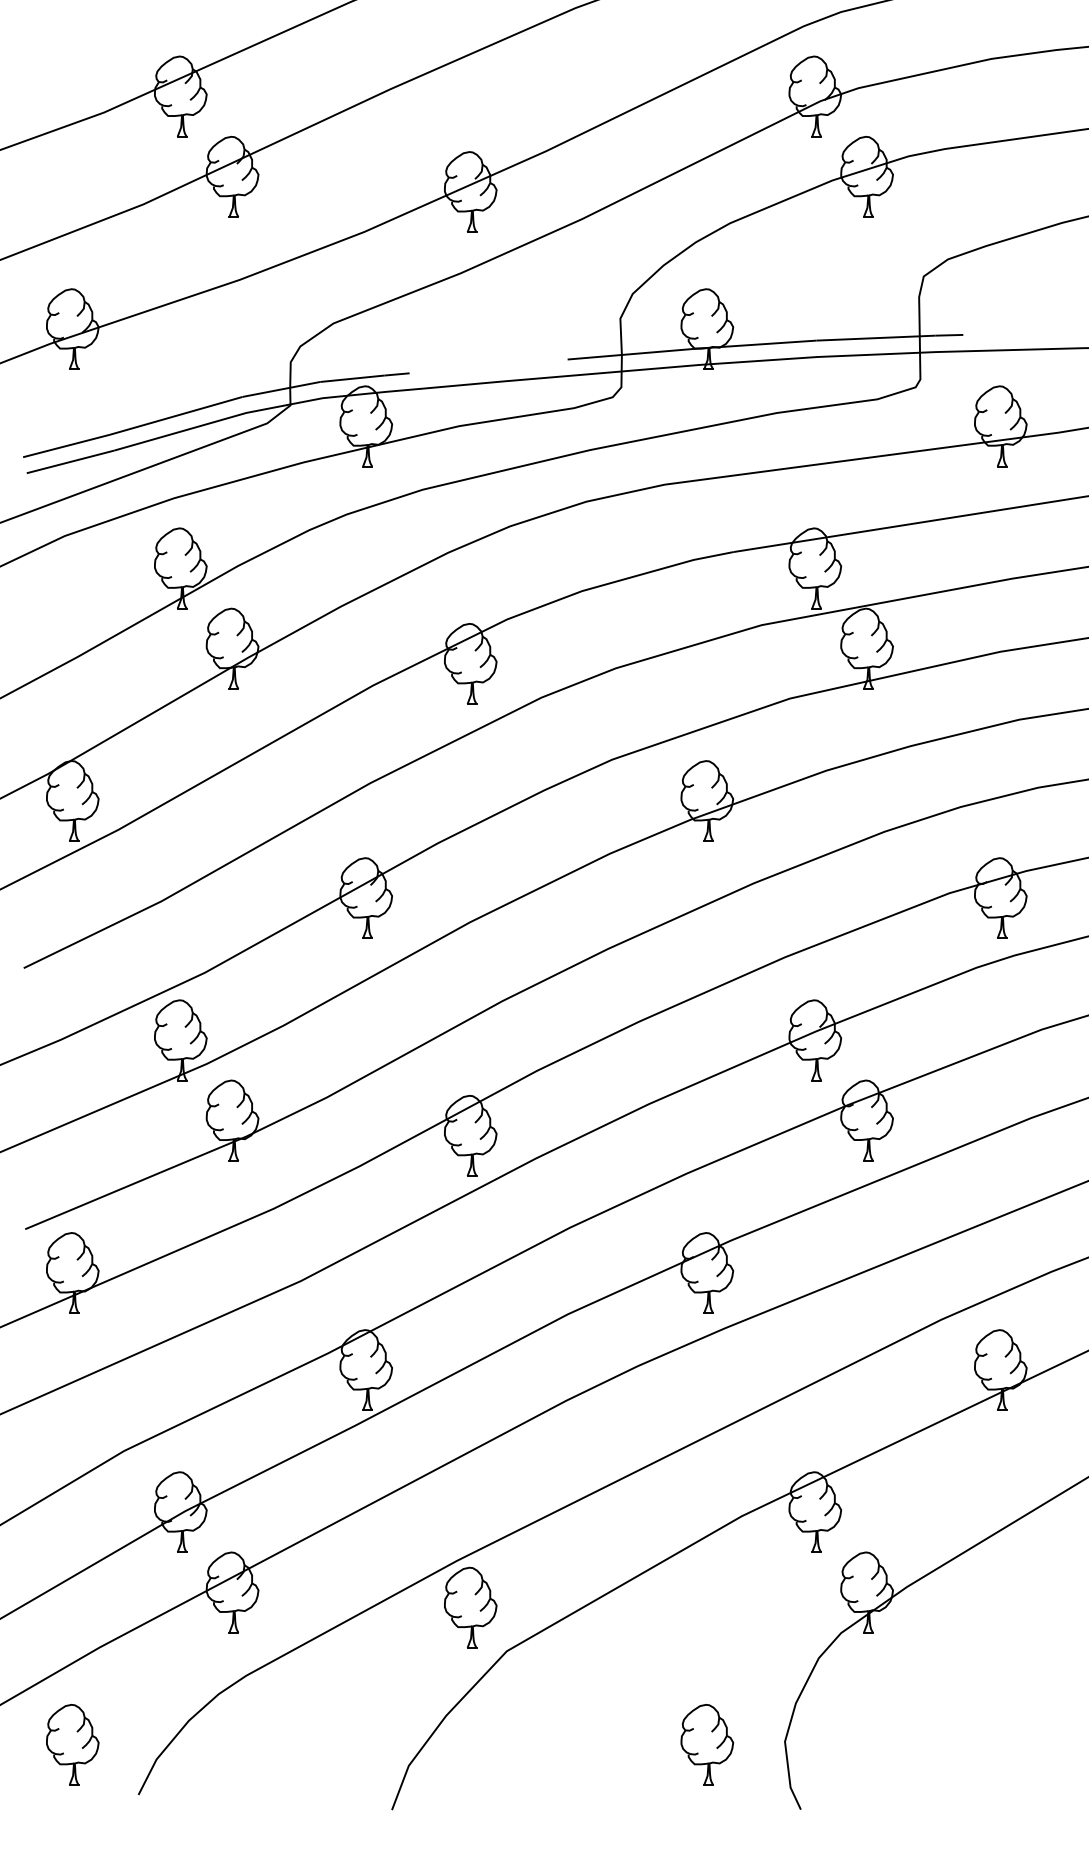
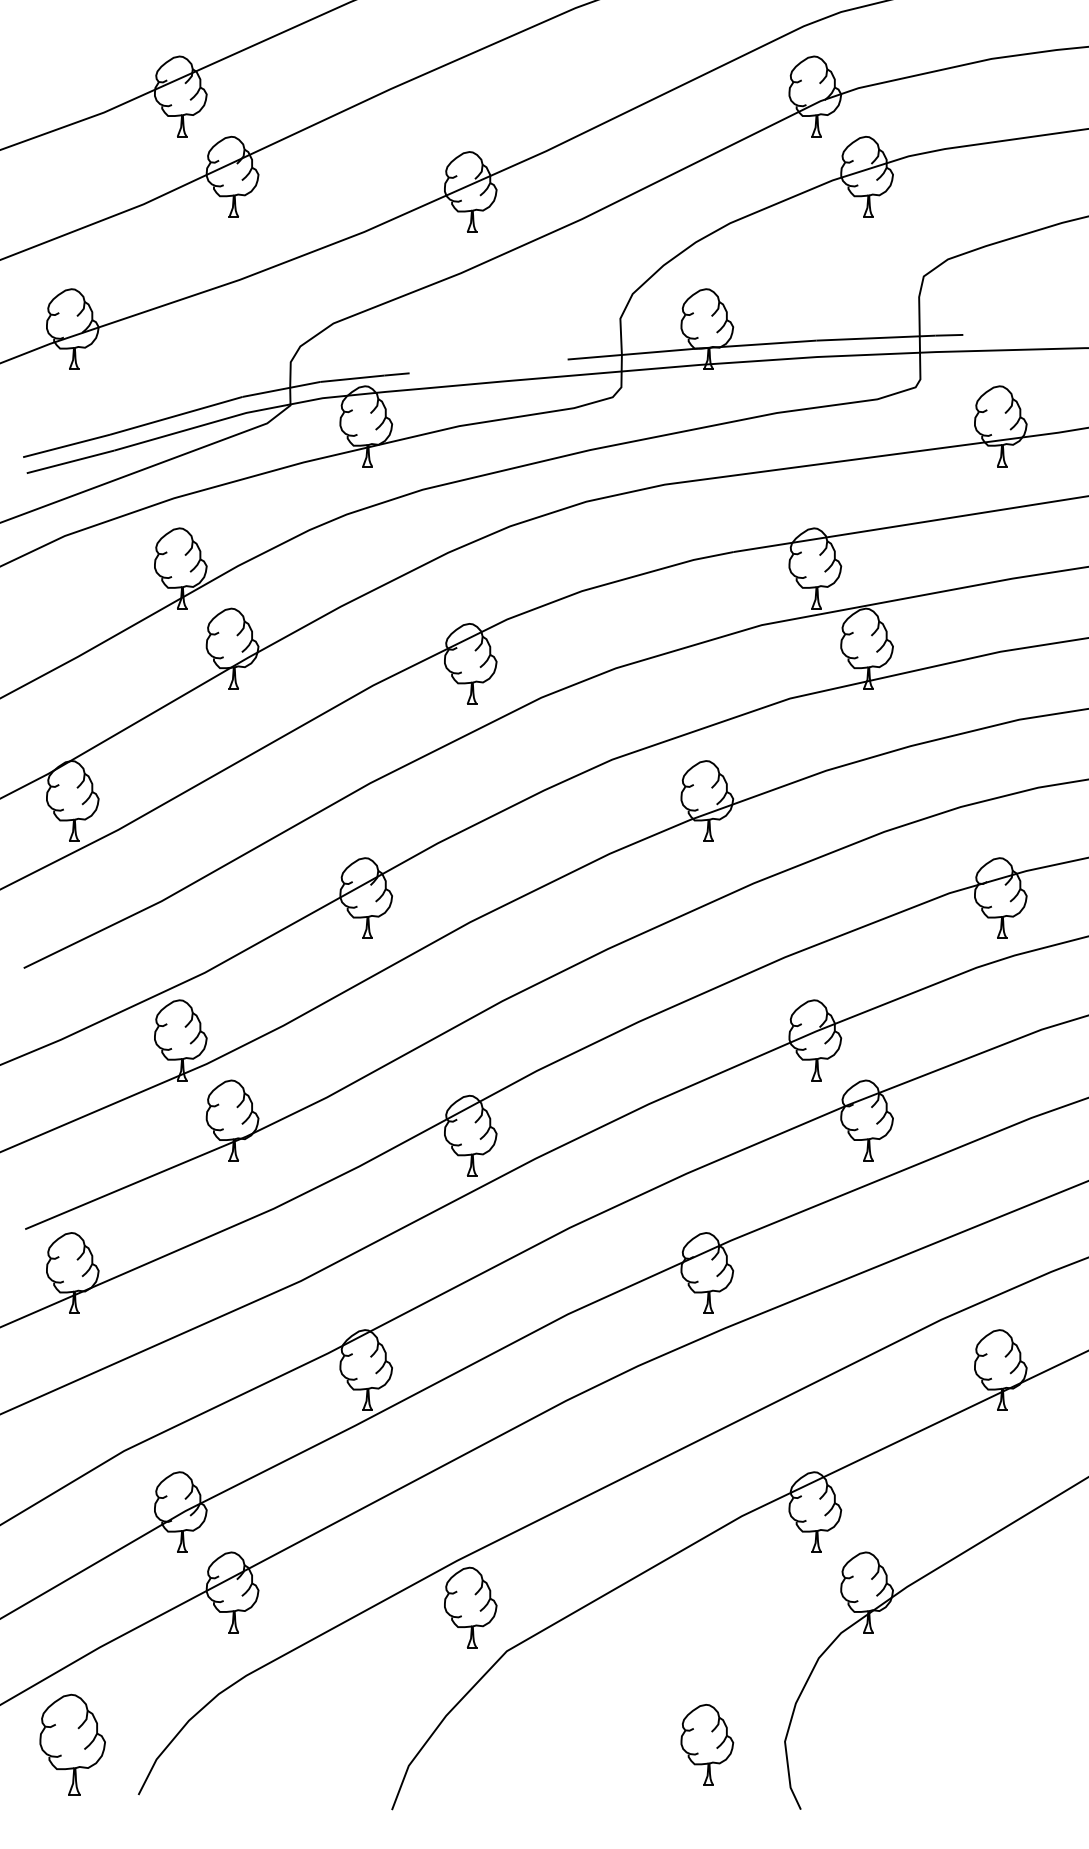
part at (72, 1744) size: 54x82 px -> 67x103 px
